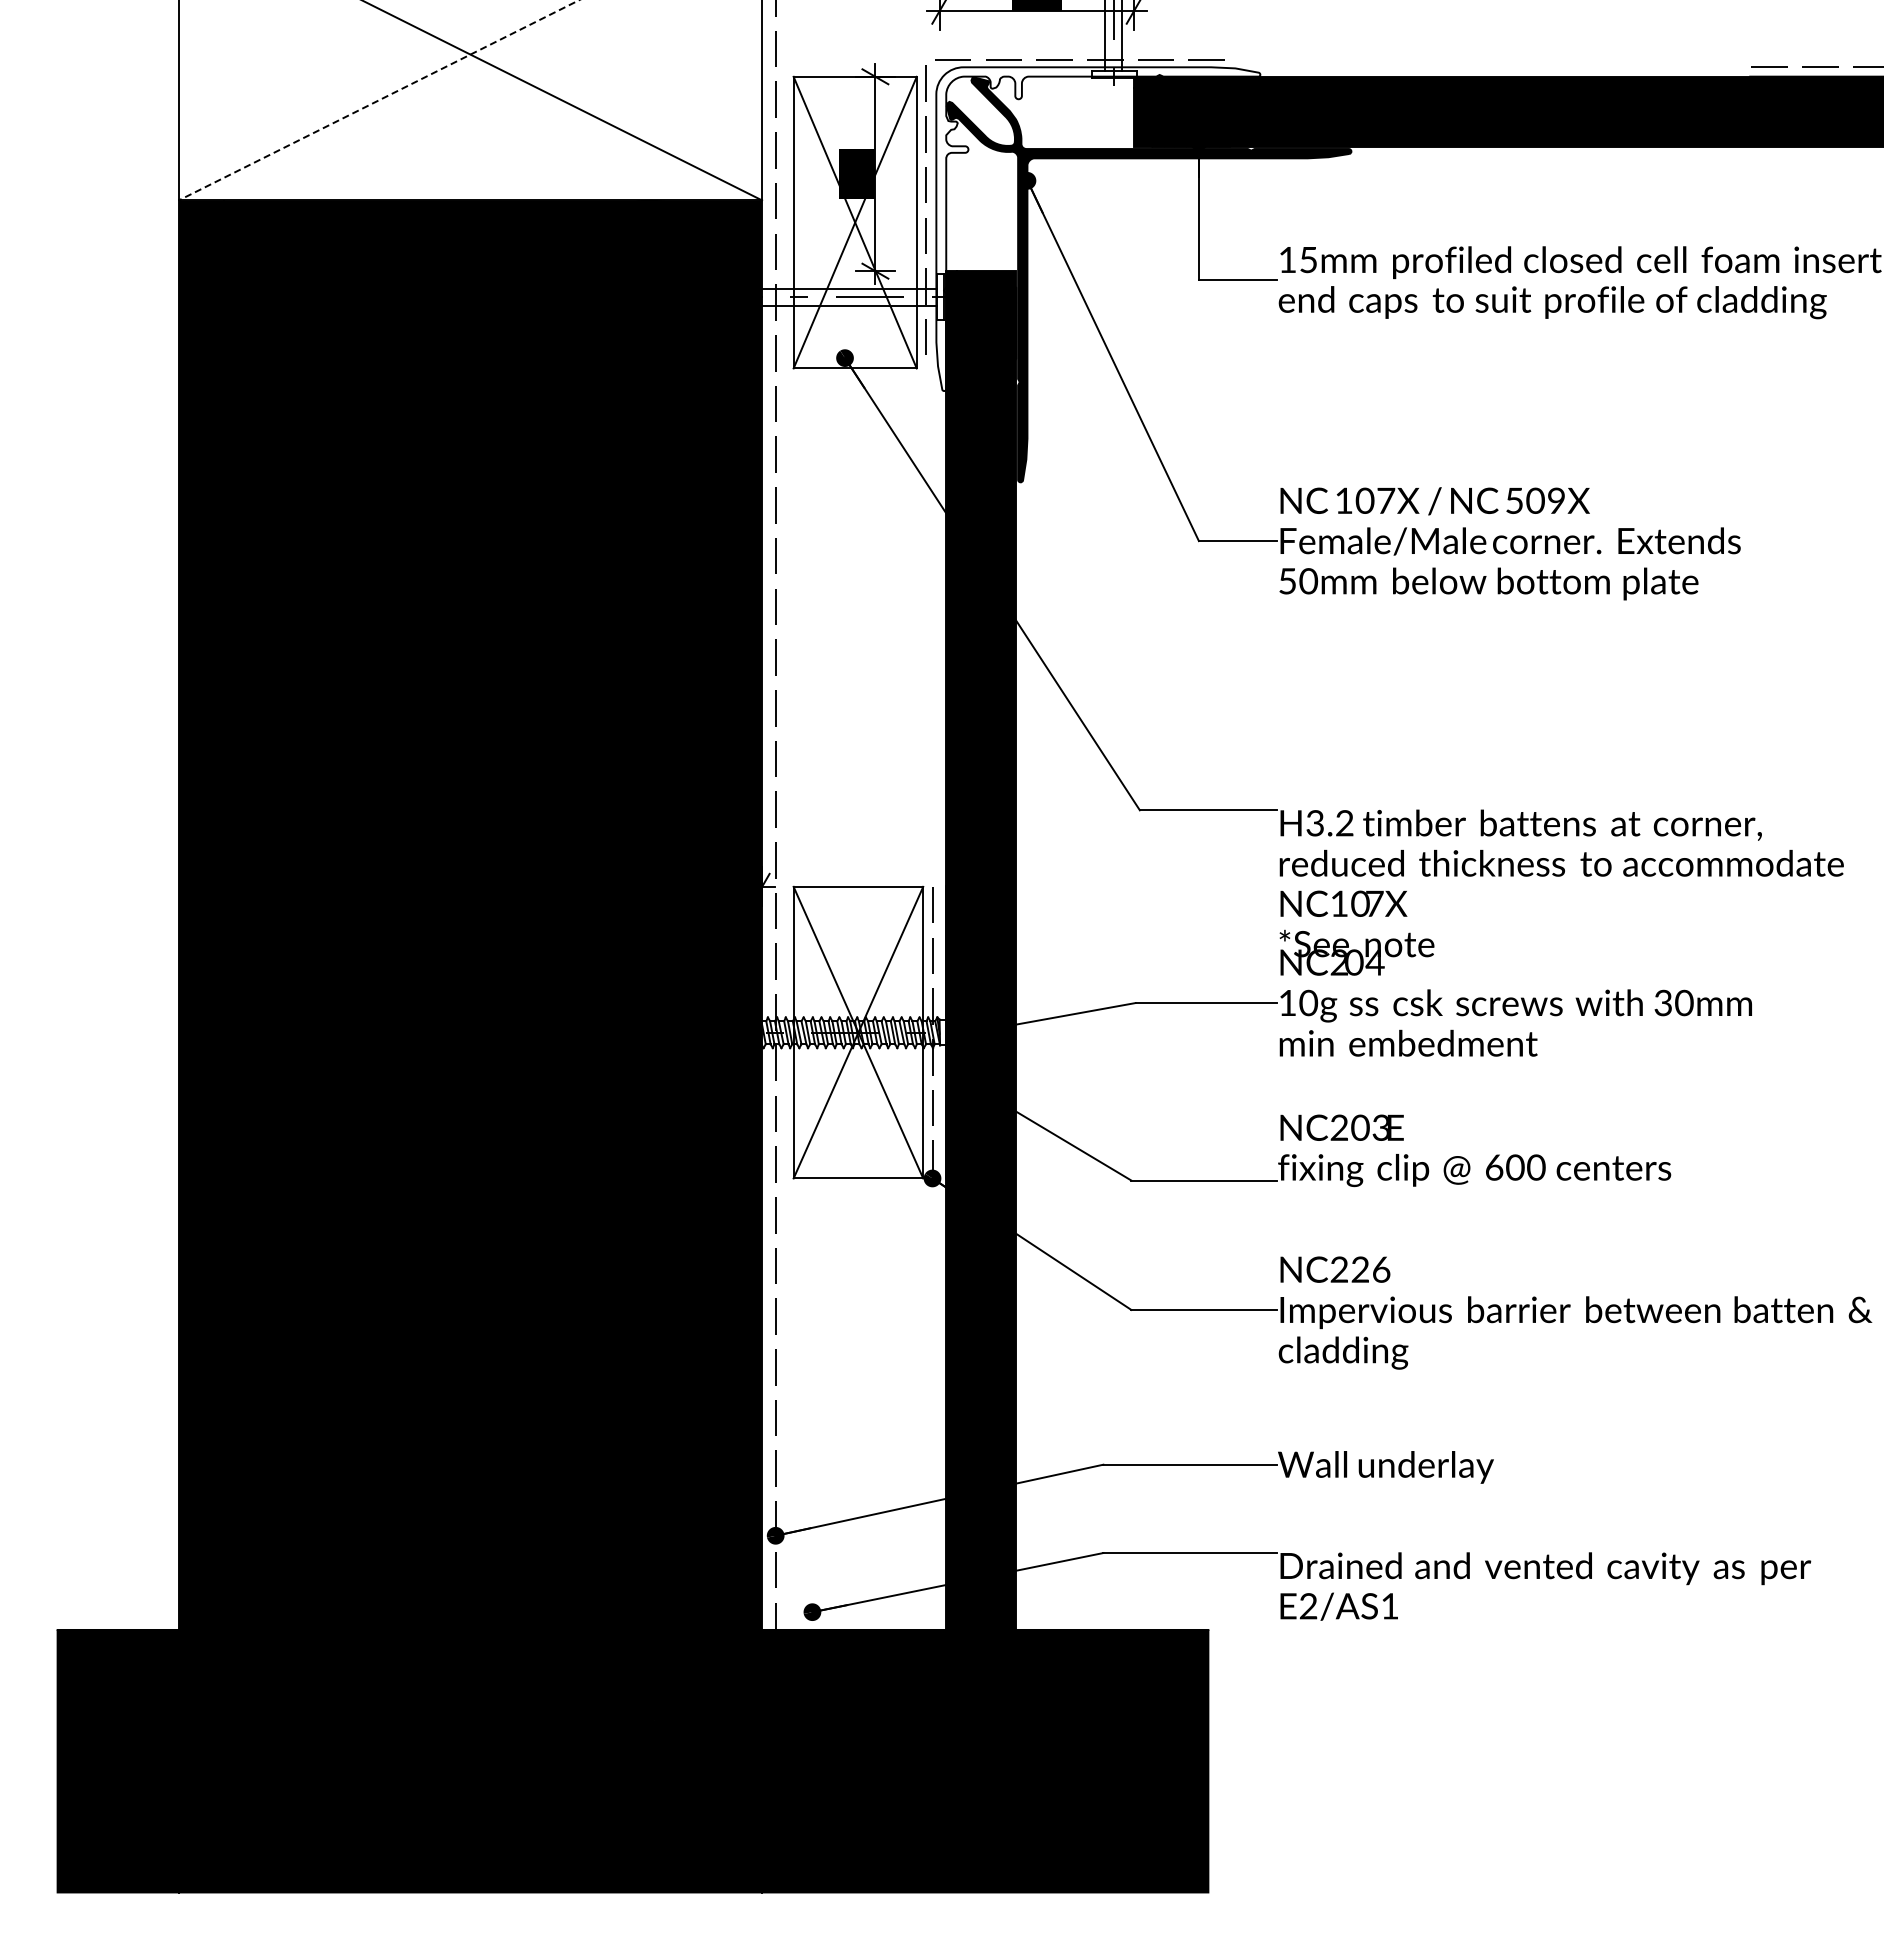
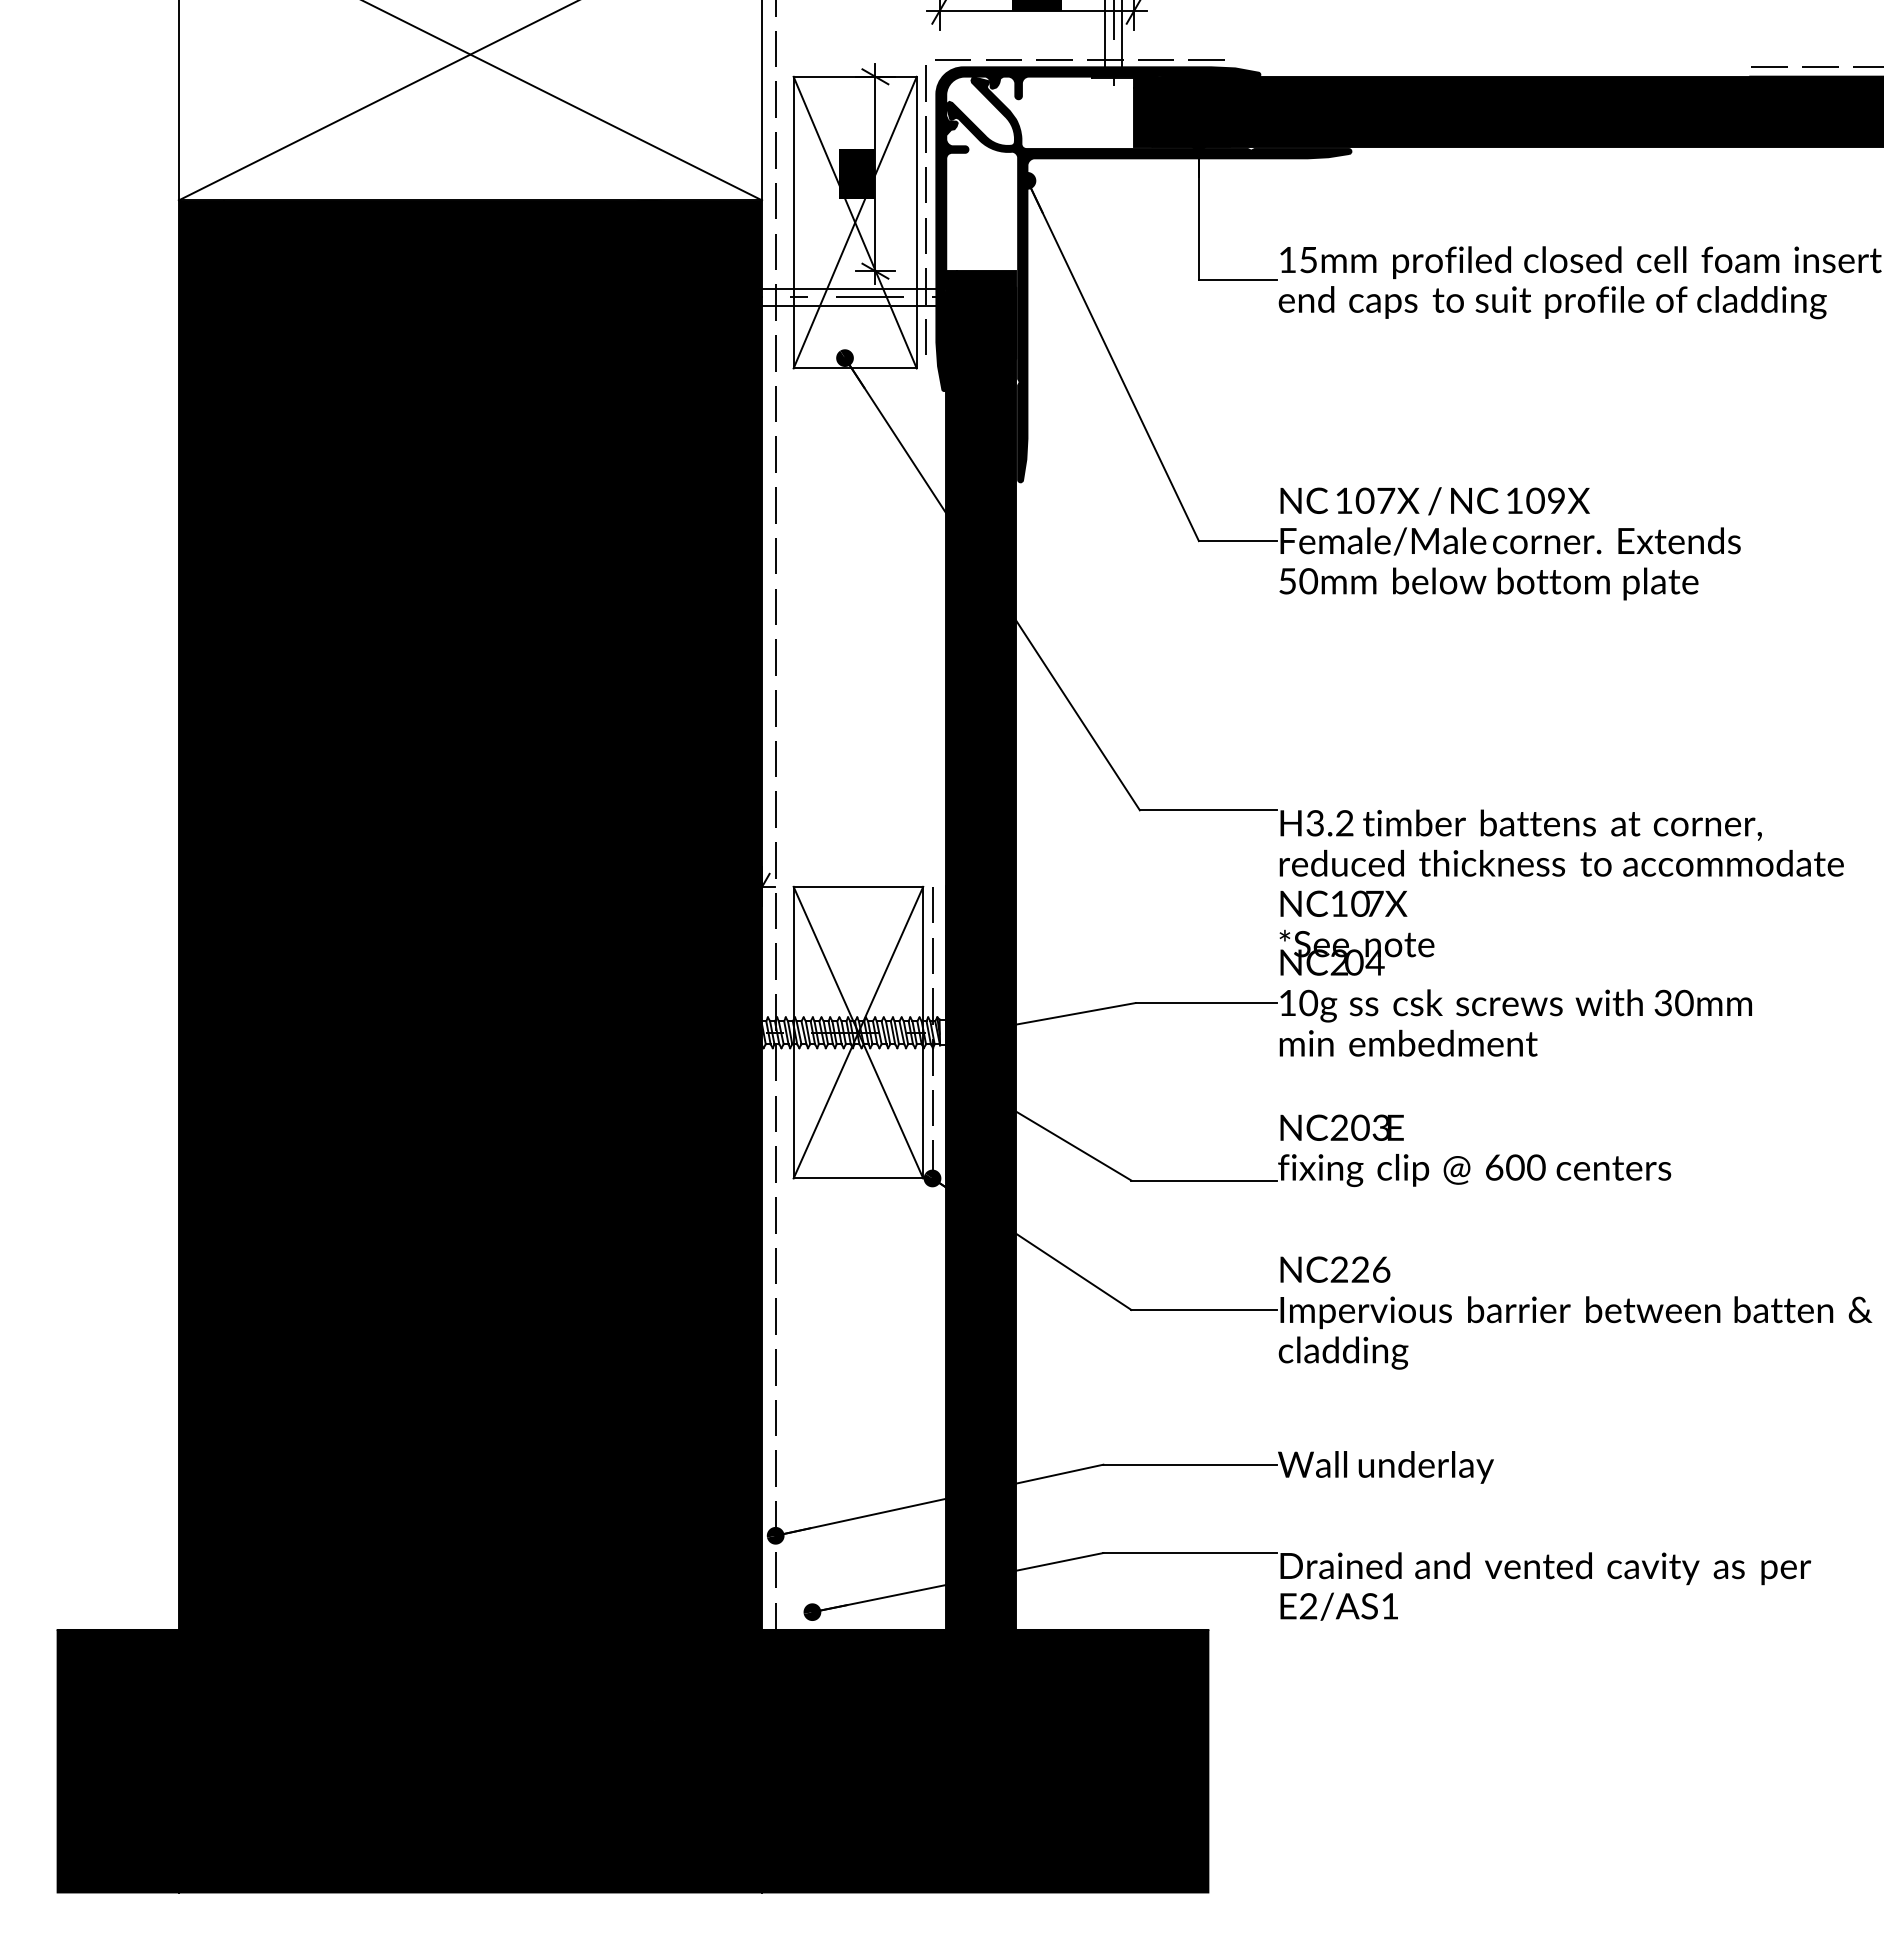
line at (378, 100): dashed -> solid
fill at (1098, 229): none -> present
text at (1514, 500): 509X -> 109X
